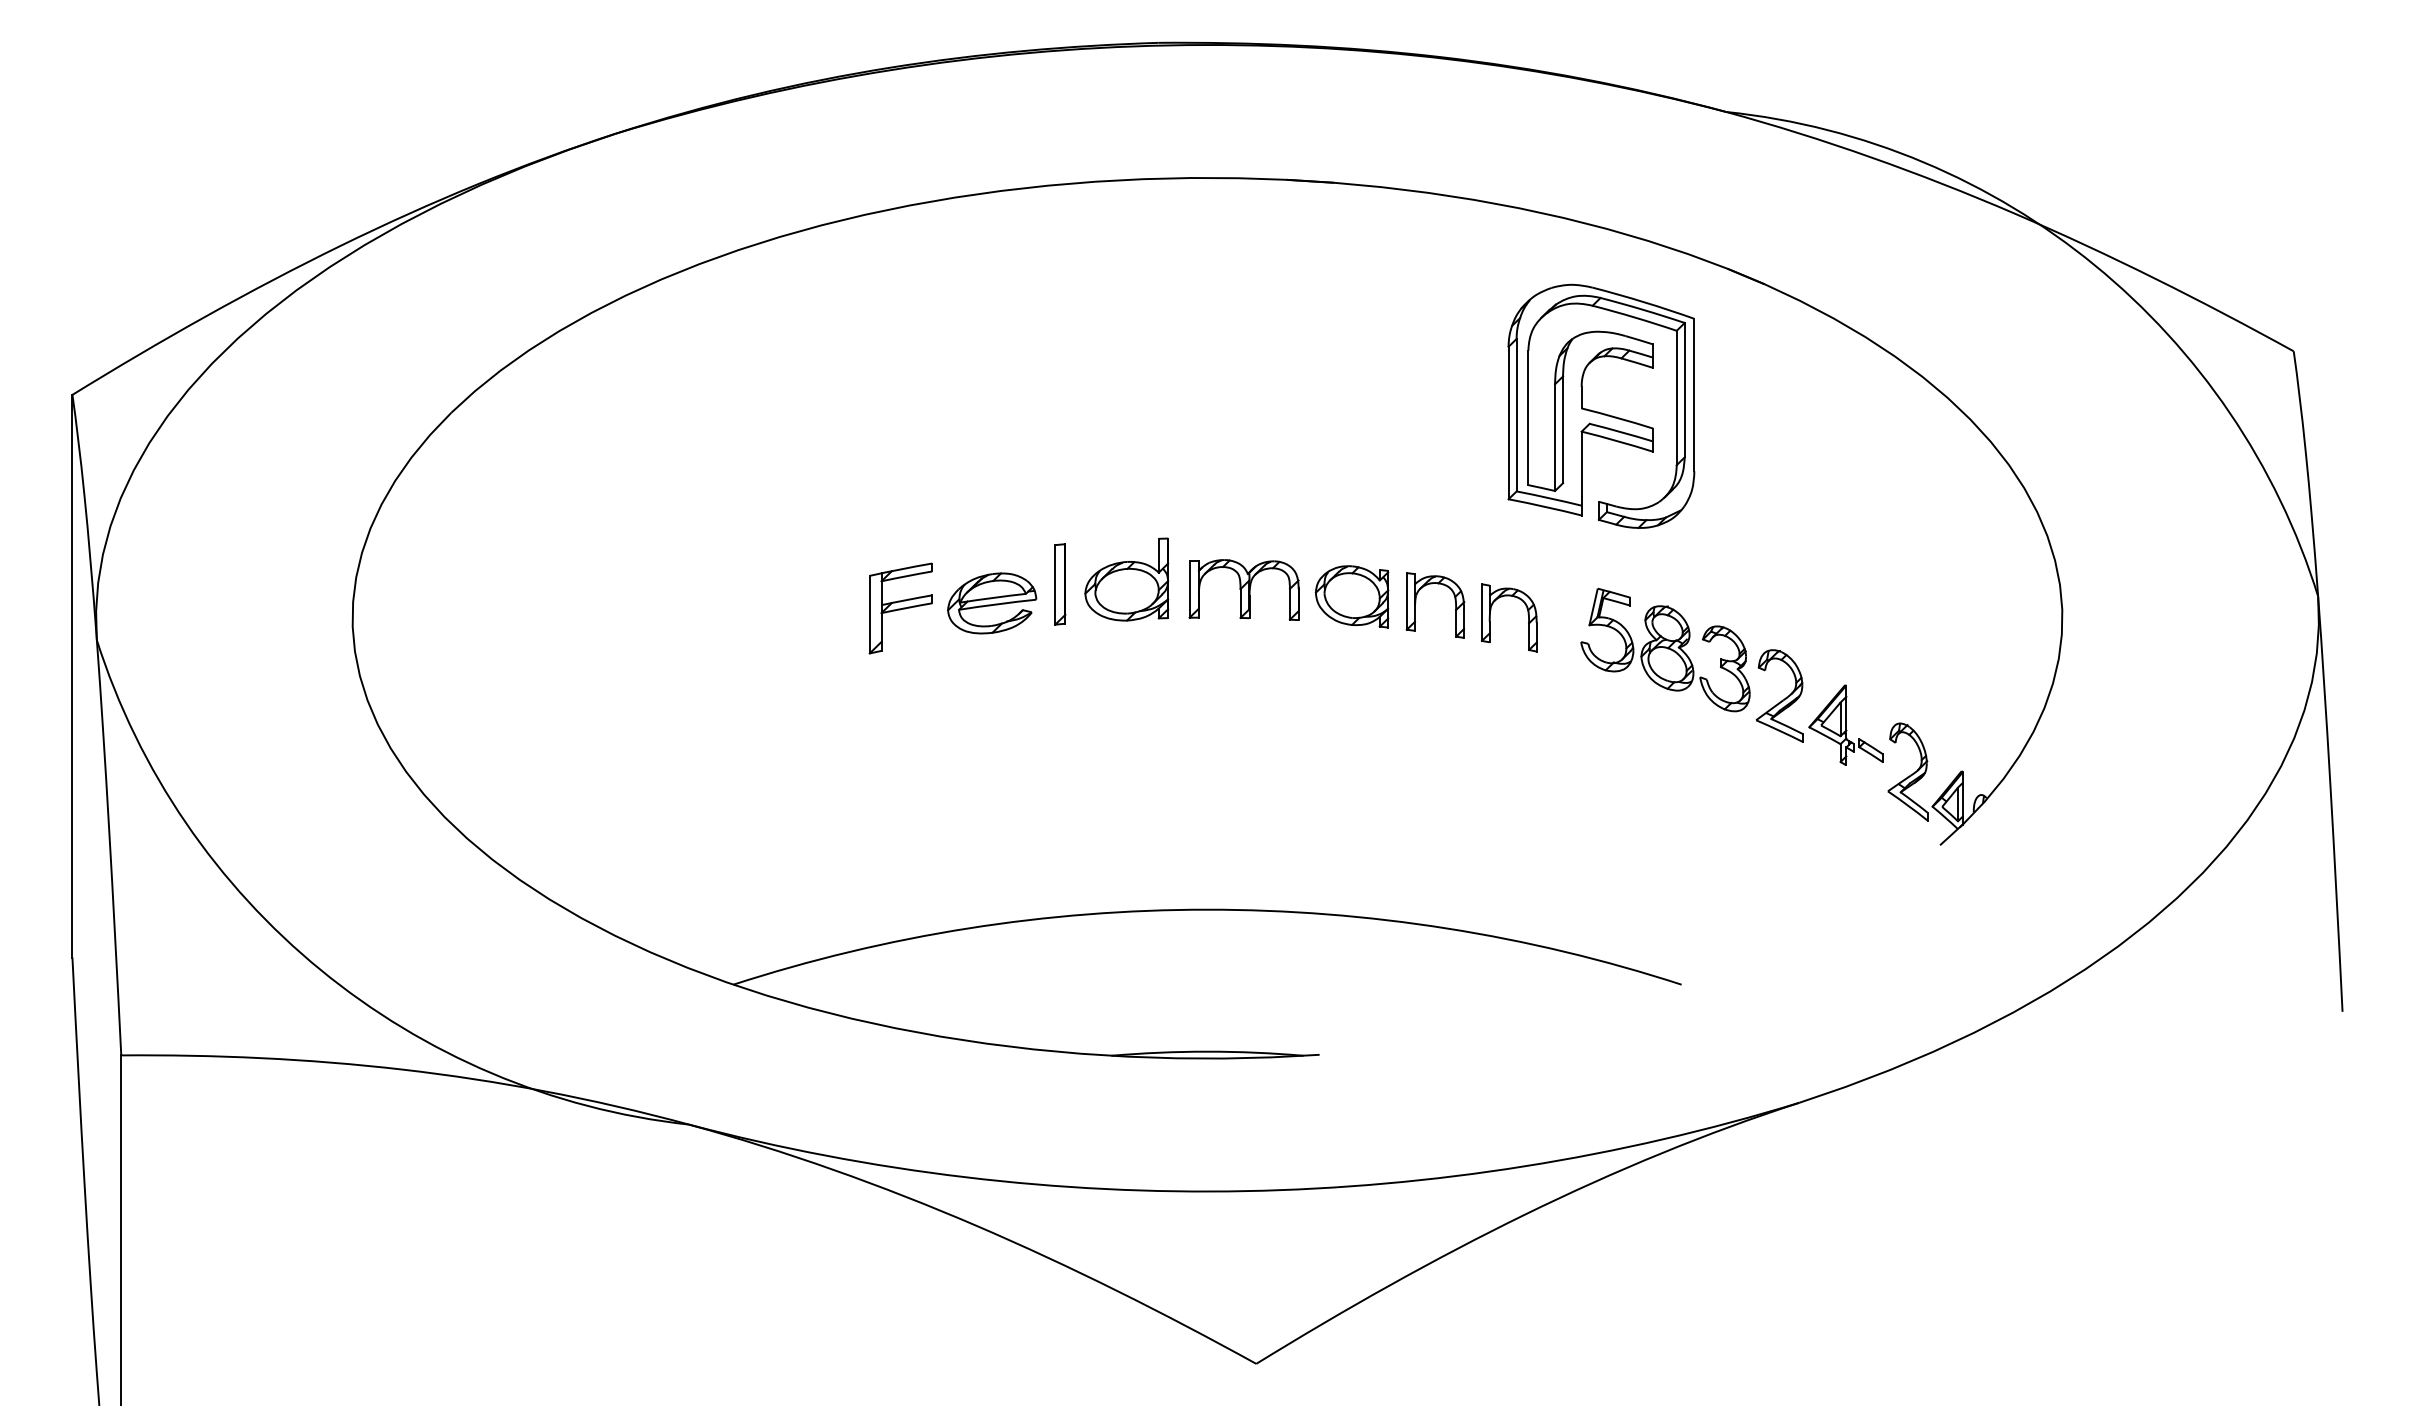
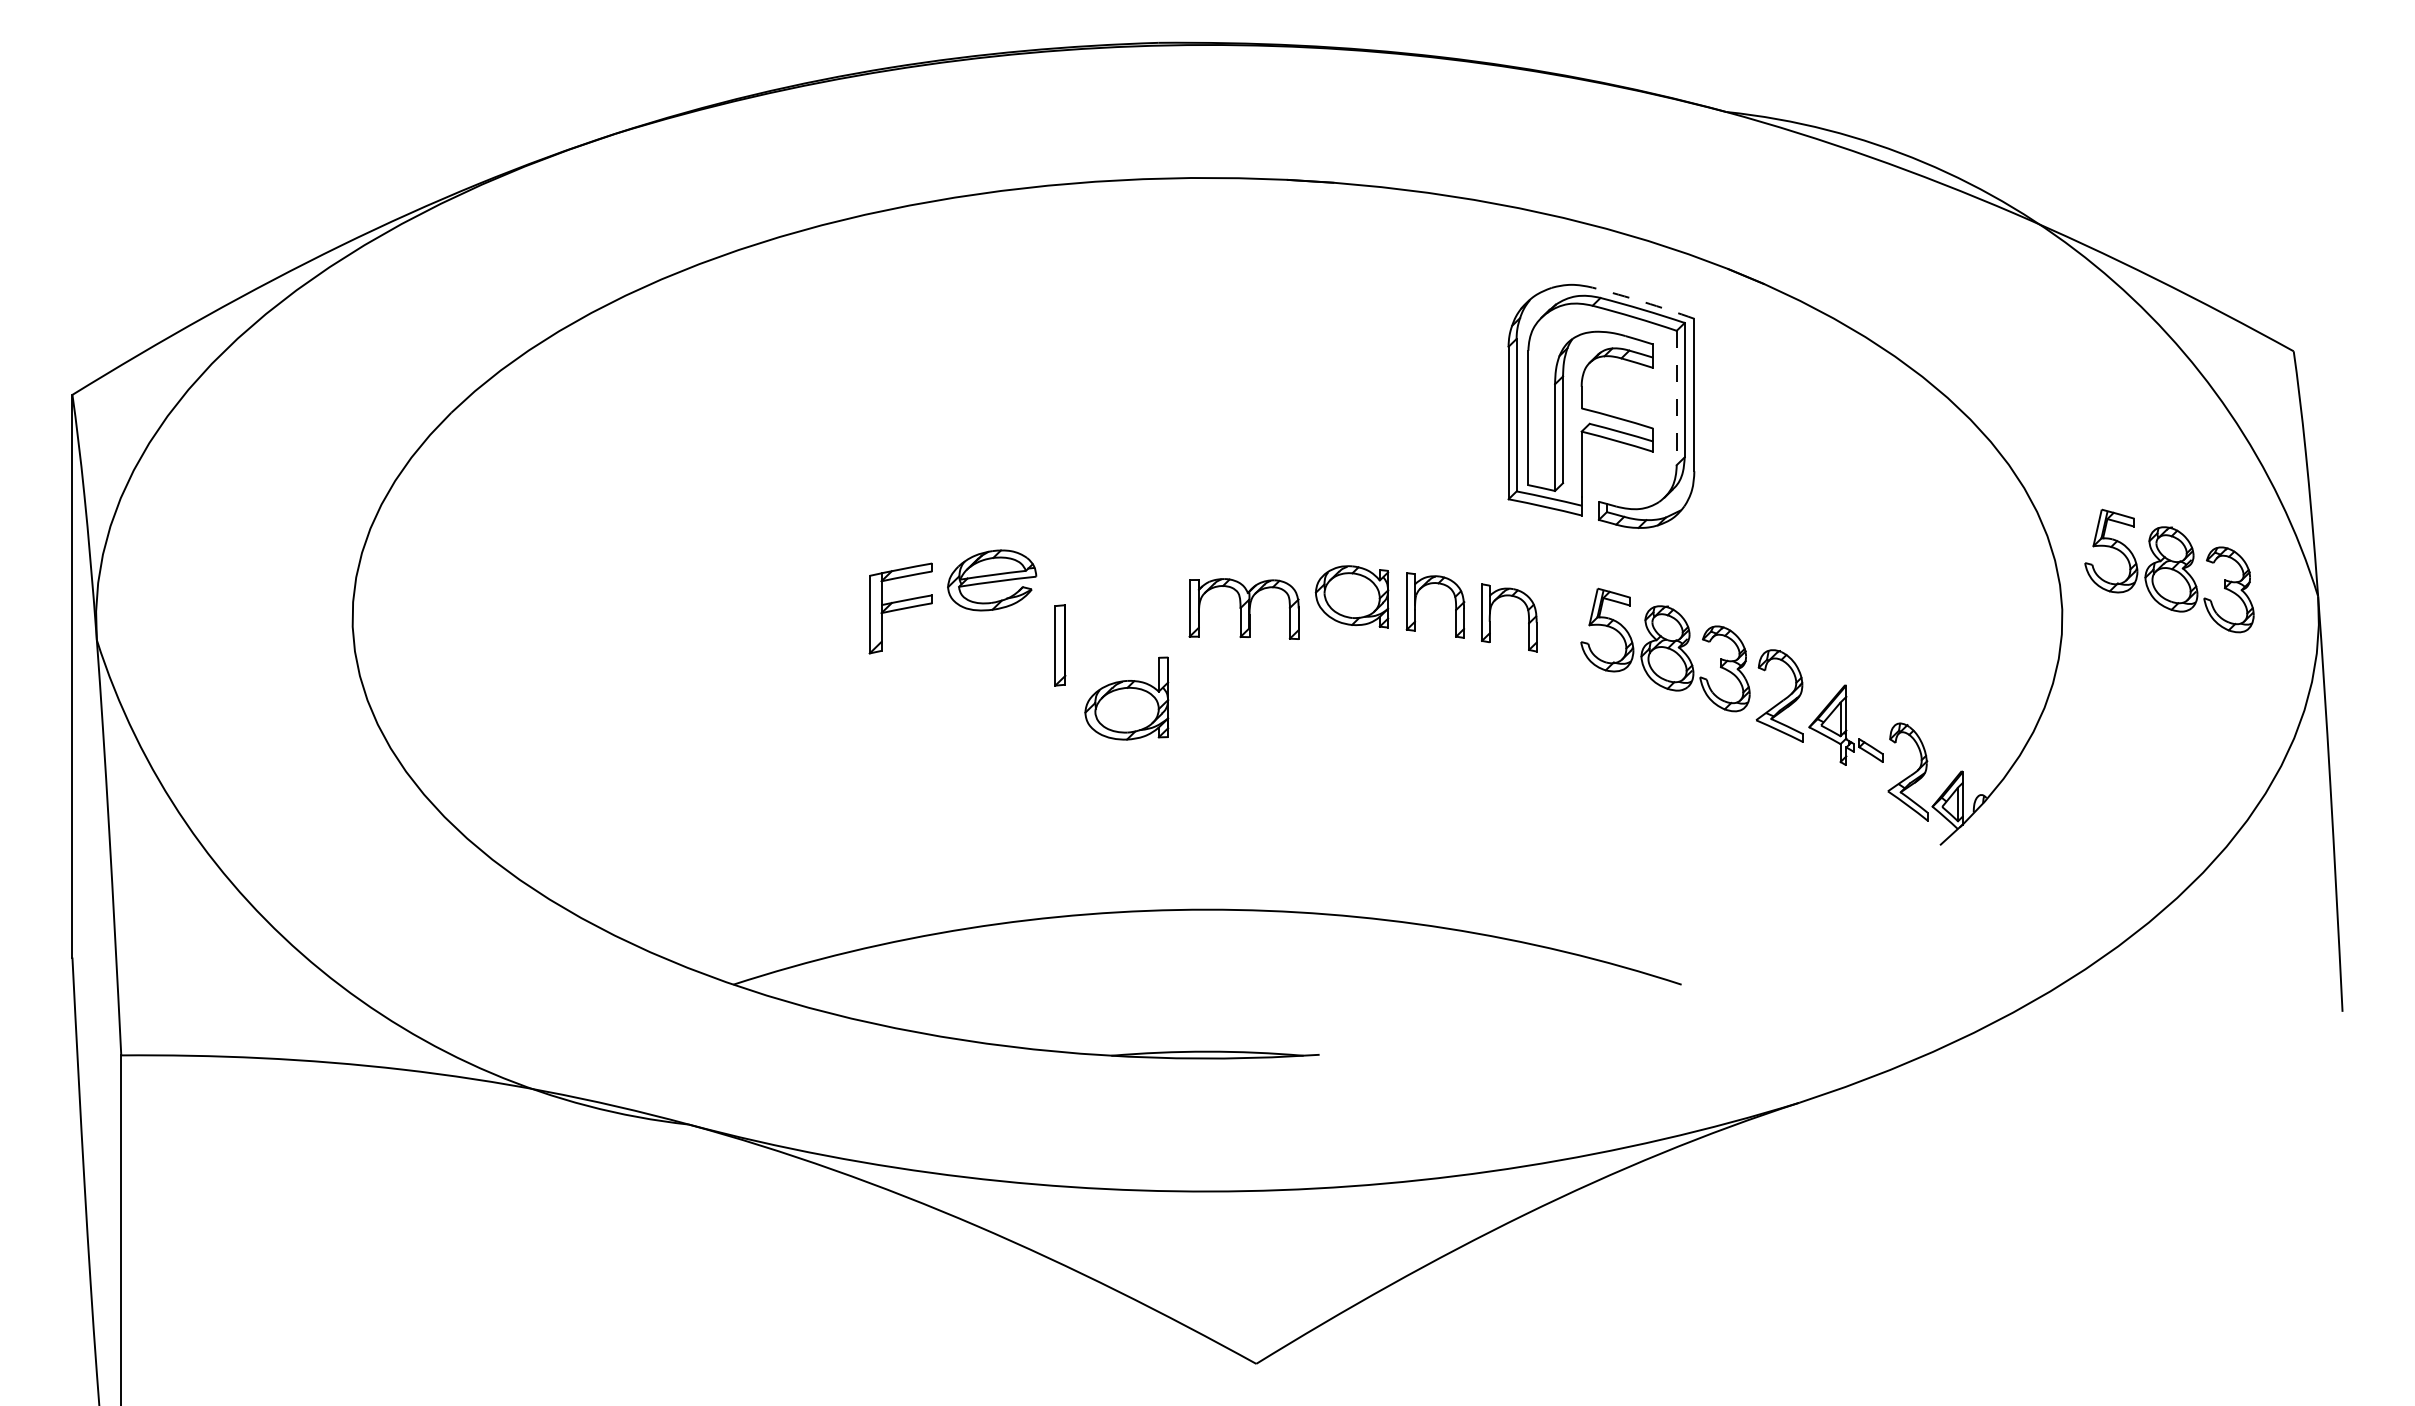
arc at (1643, 302): solid -> dashed
line at (1676, 398): solid -> dashed
part at (2169, 570): none -> present
part at (1126, 579) position: (1126, 579) -> (1126, 698)
part at (1060, 584) position: (1060, 584) -> (1060, 645)
part at (1243, 589) position: (1243, 589) -> (1243, 608)
part at (992, 603) position: (992, 603) -> (992, 580)
